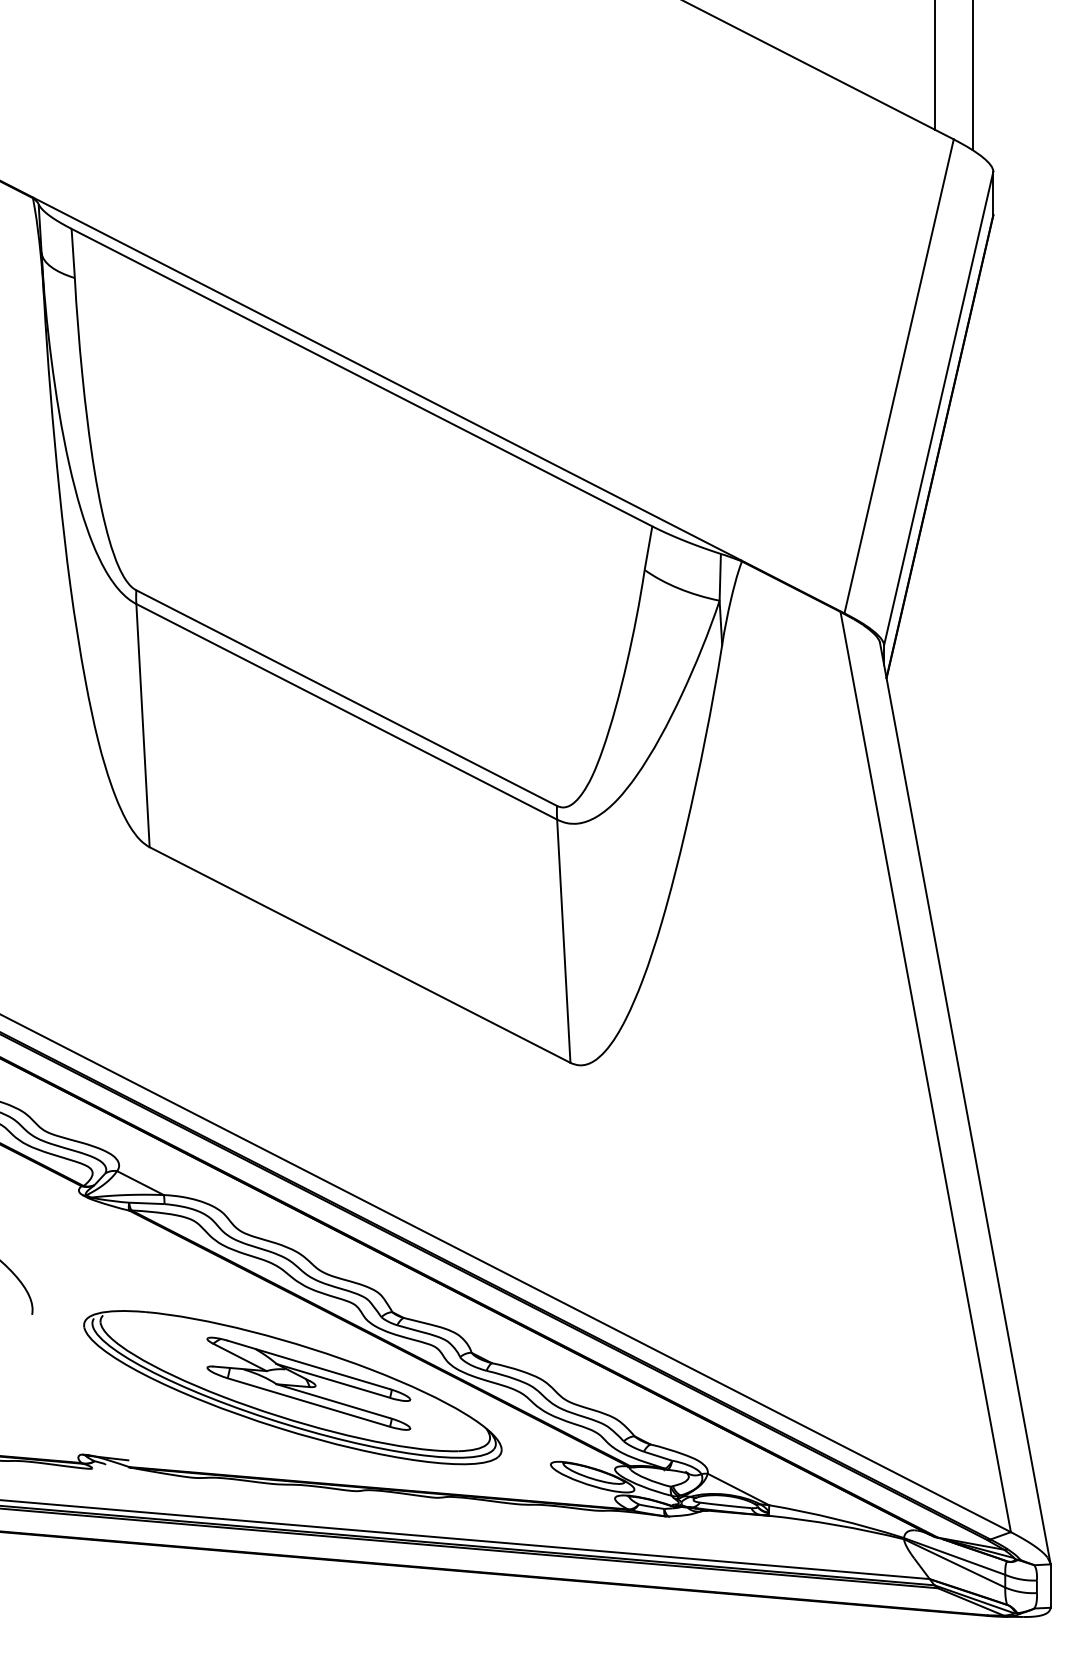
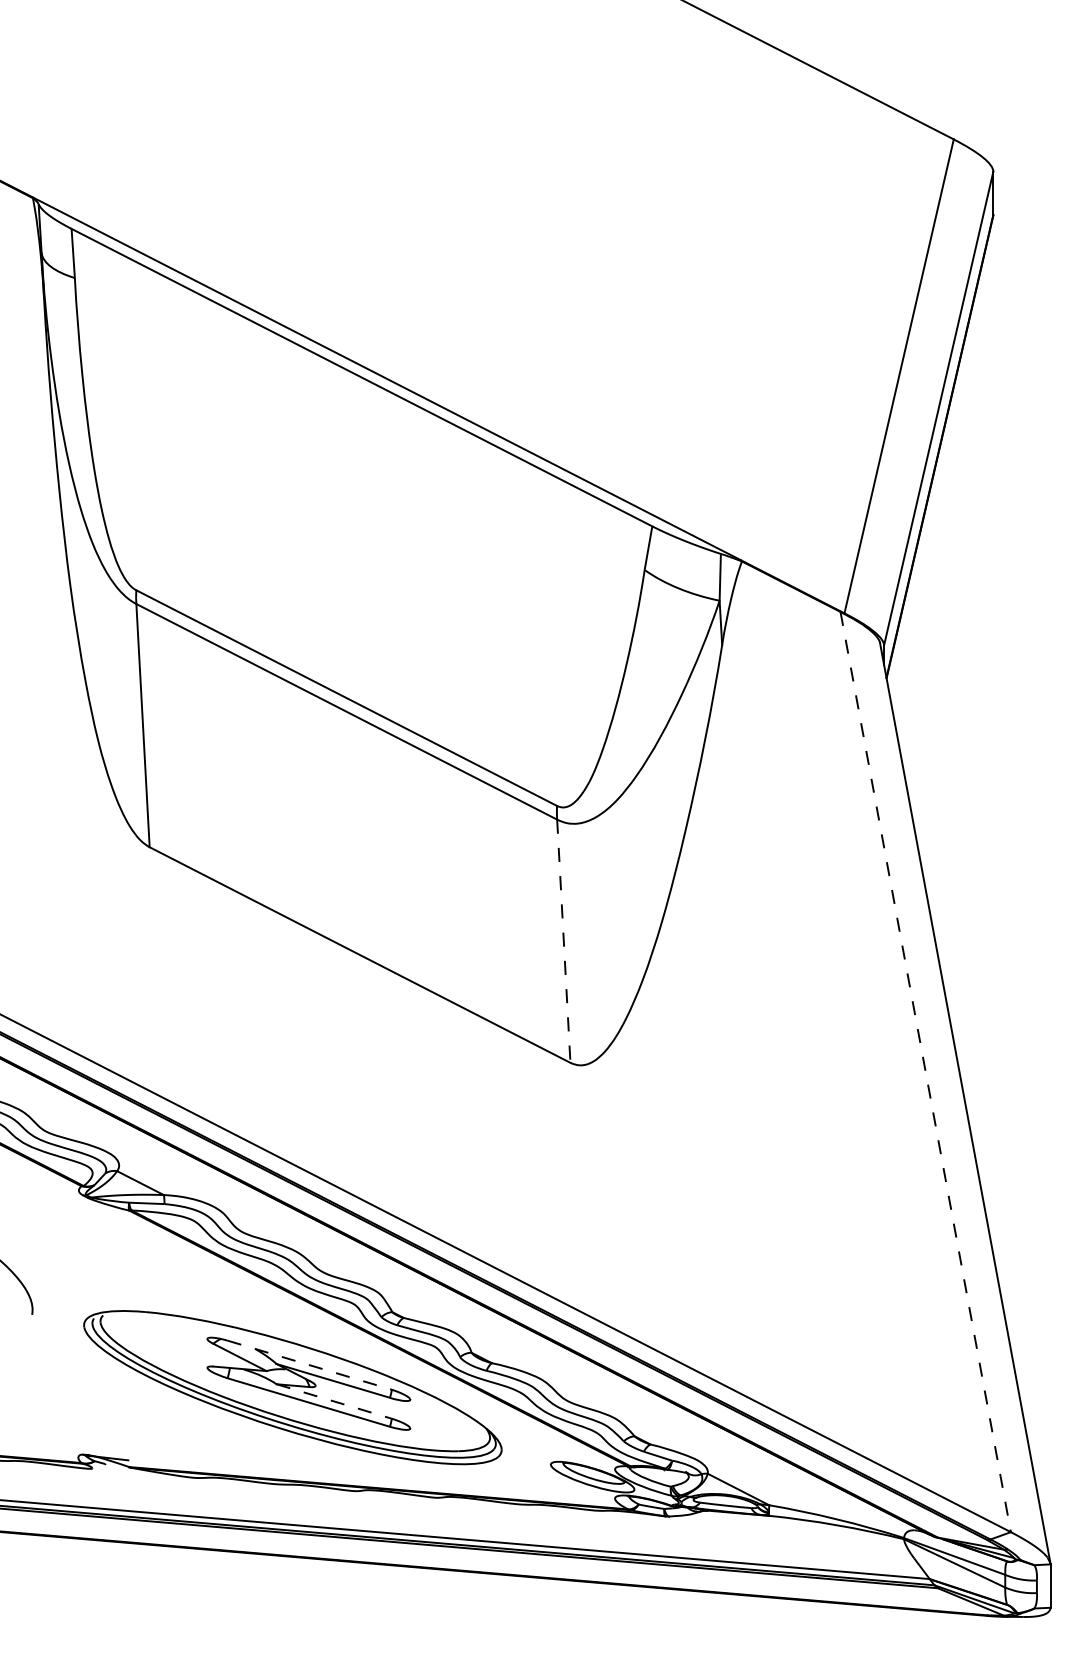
line at (935, 65): present -> none
line at (973, 76): present -> none
line at (563, 941): solid -> dashed
line at (925, 1072): solid -> dashed
line at (308, 1364): solid -> dashed
line at (333, 1401): solid -> dashed
